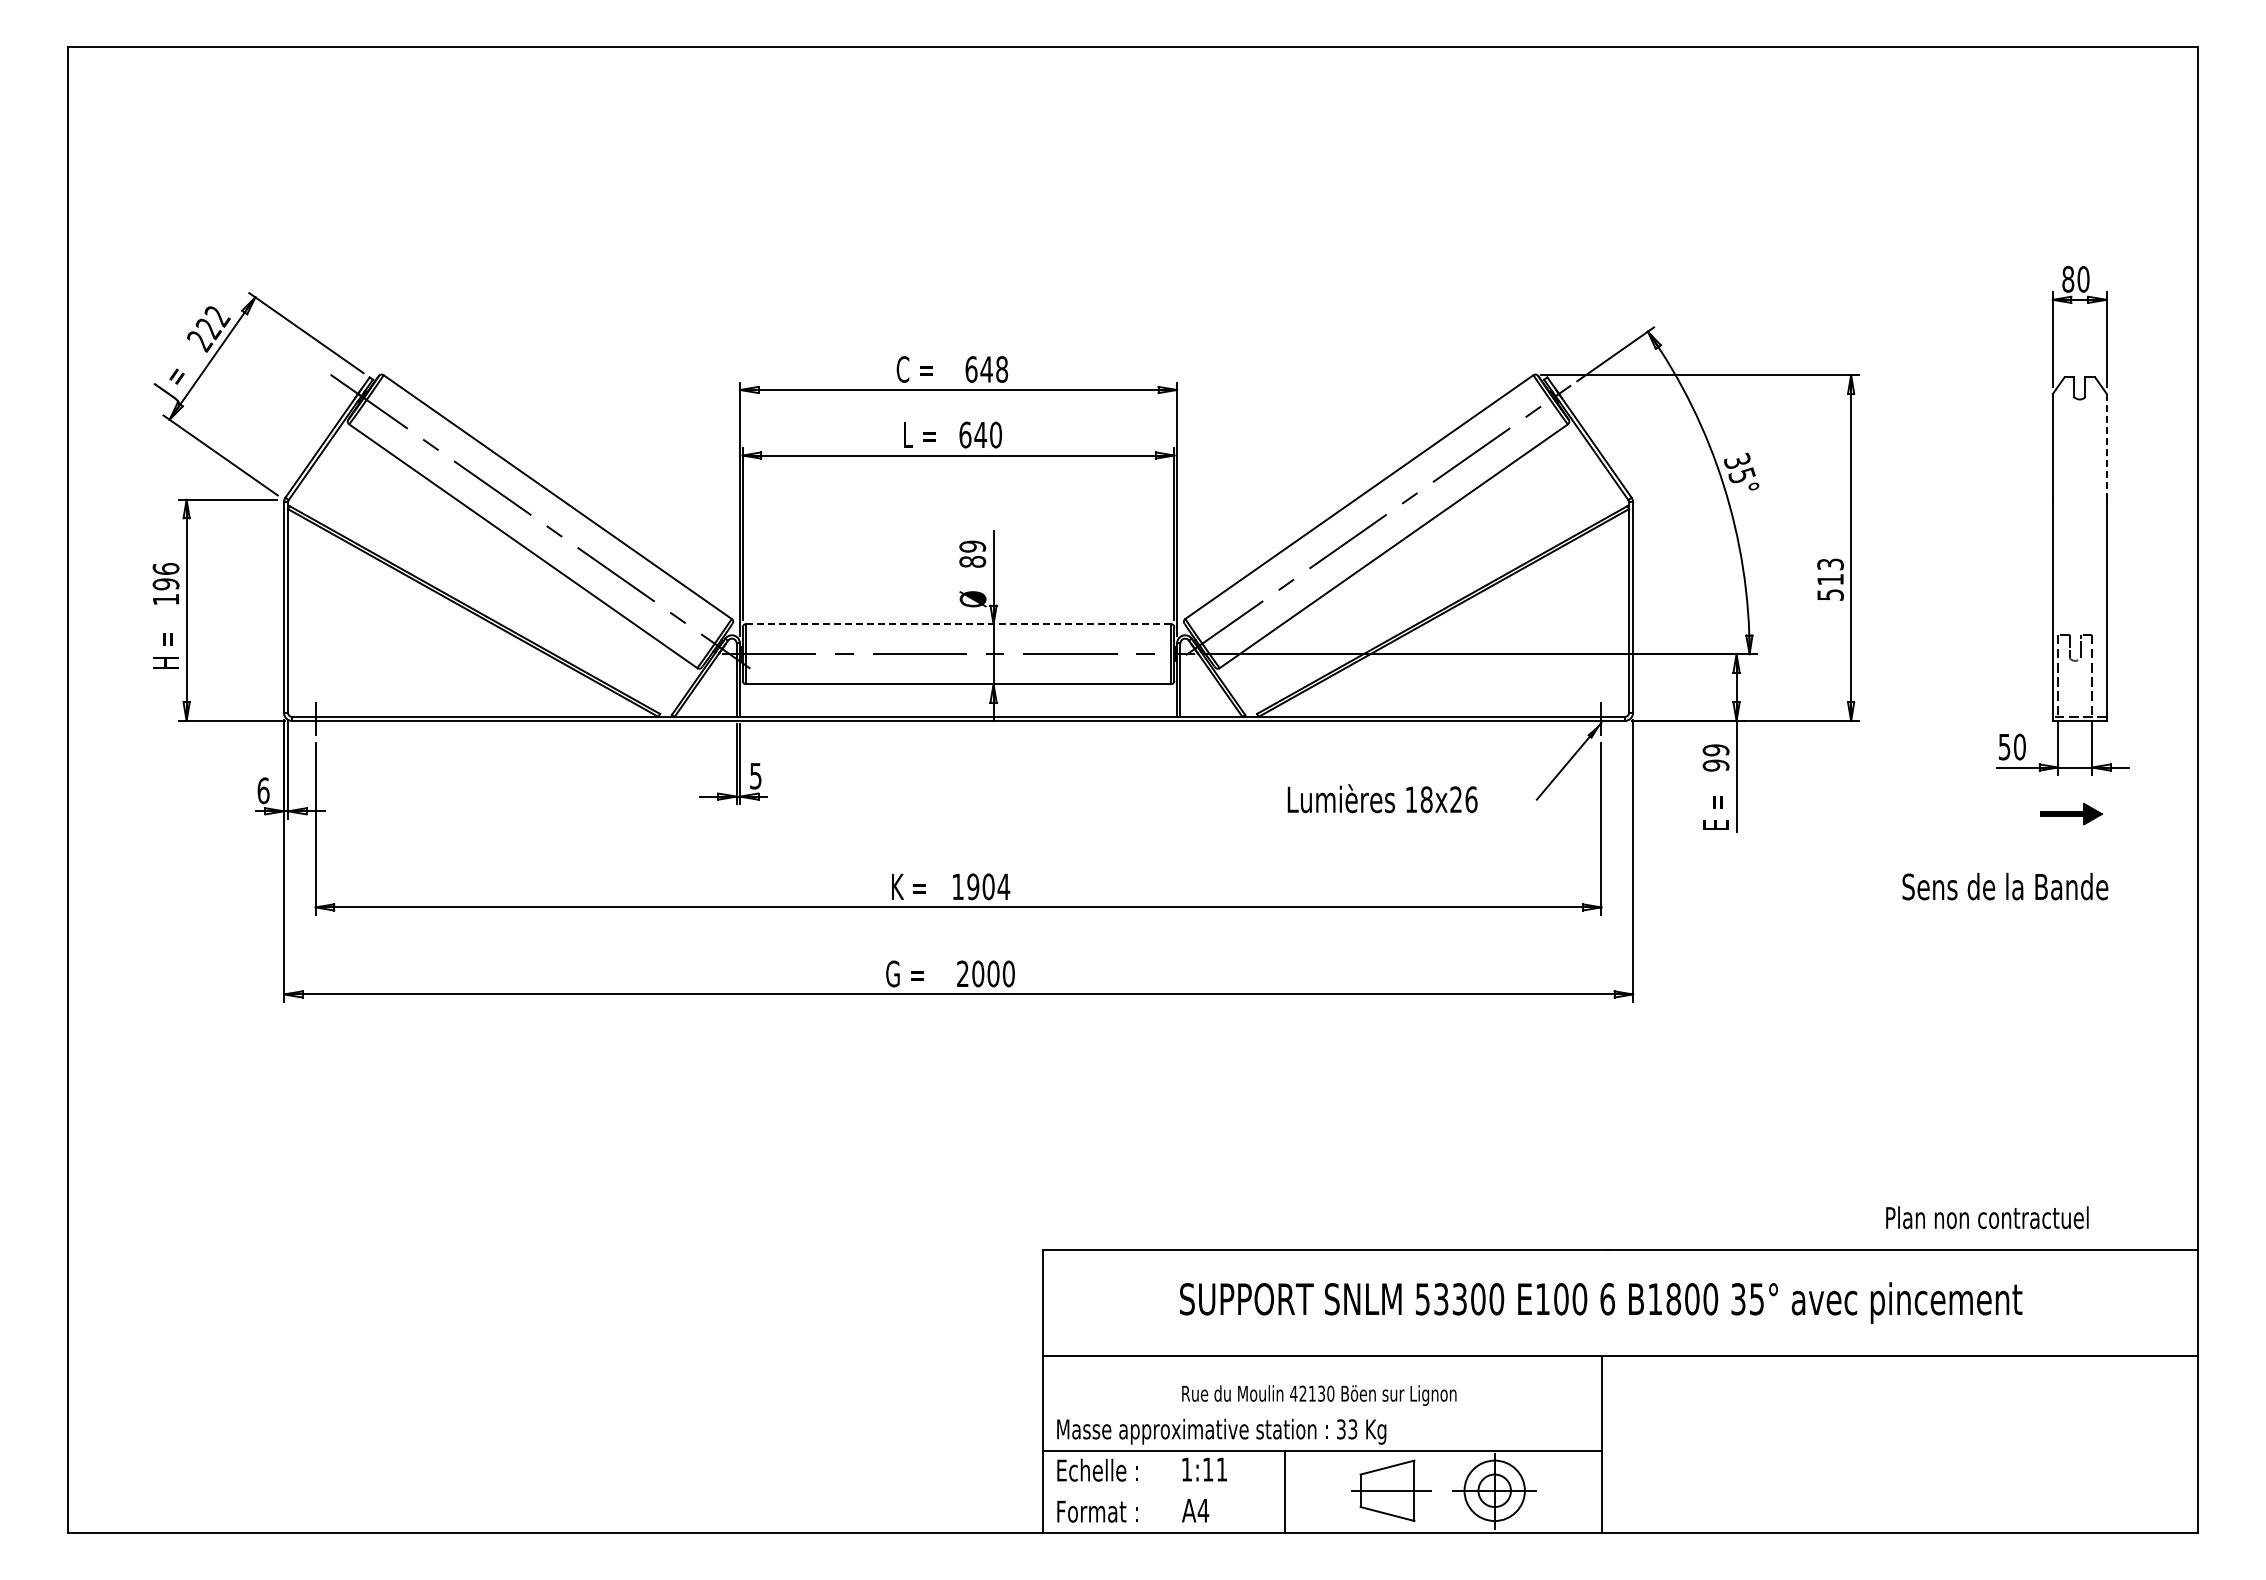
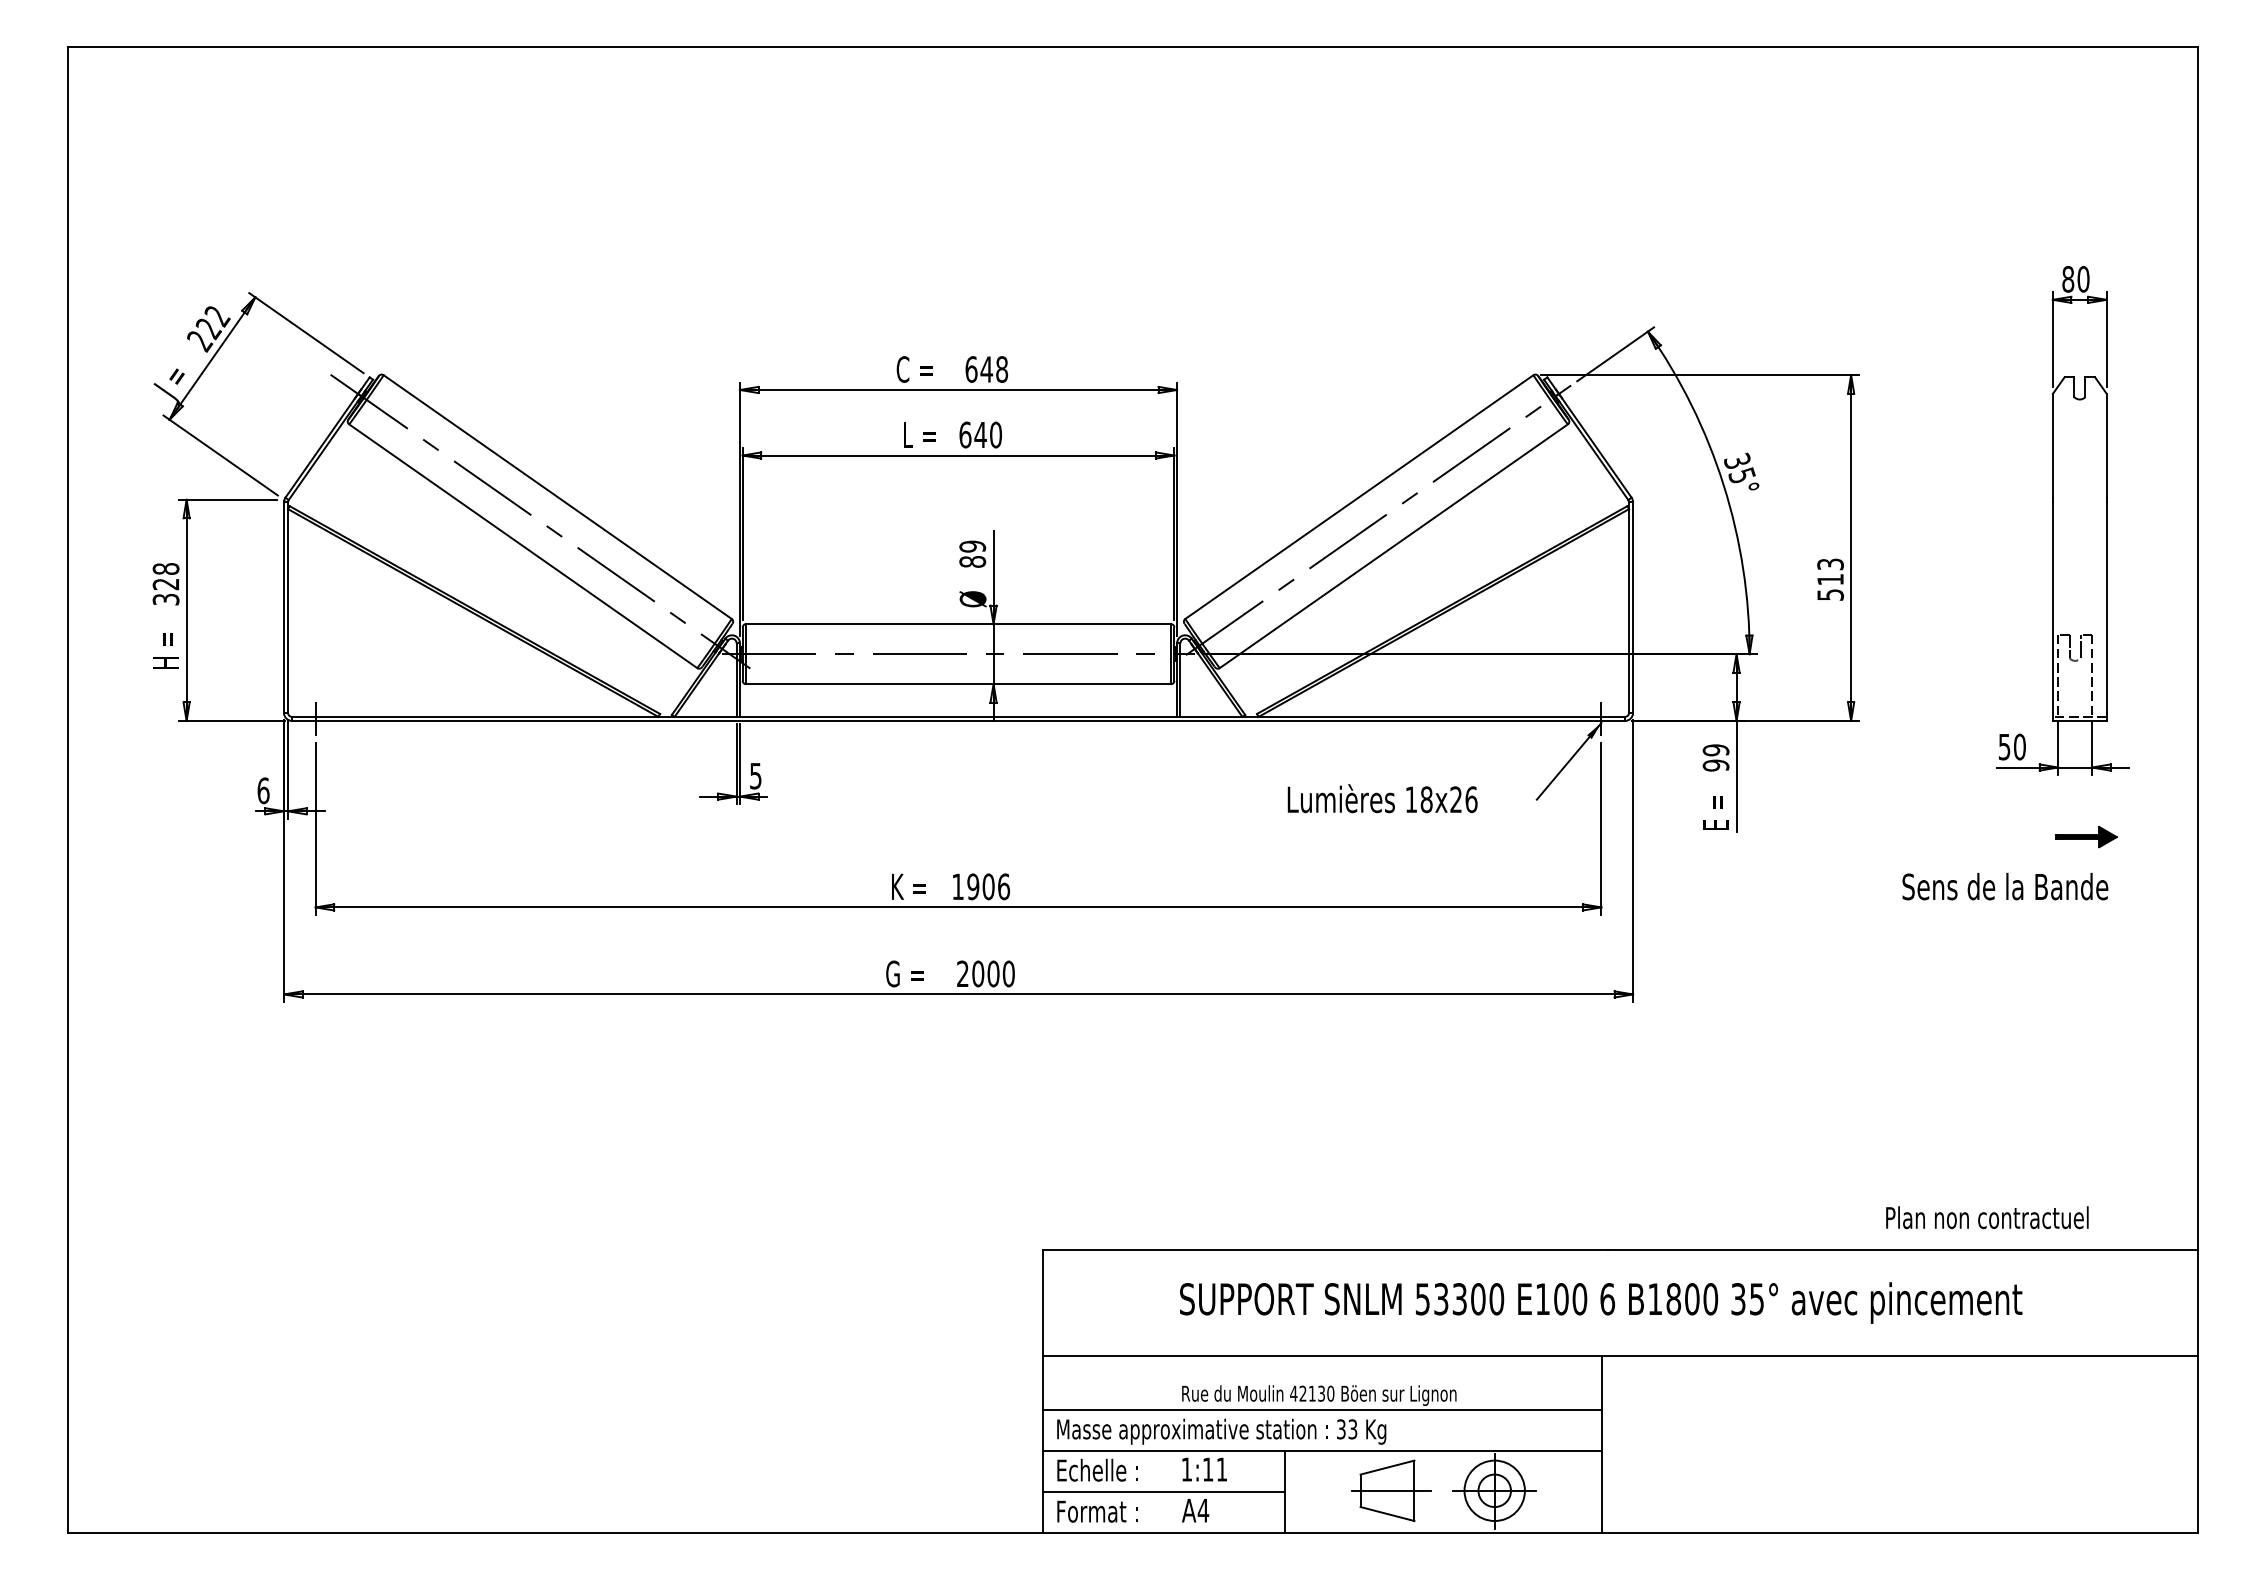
line at (2106, 445): dashed -> solid
text at (165, 583): 196 -> 328
line at (958, 624): dashed -> solid
part at (2071, 814) position: (2071, 814) -> (2086, 837)
text at (1003, 886): 1904 -> 1906
line at (1322, 1410): none -> present
line at (1164, 1491): none -> present
